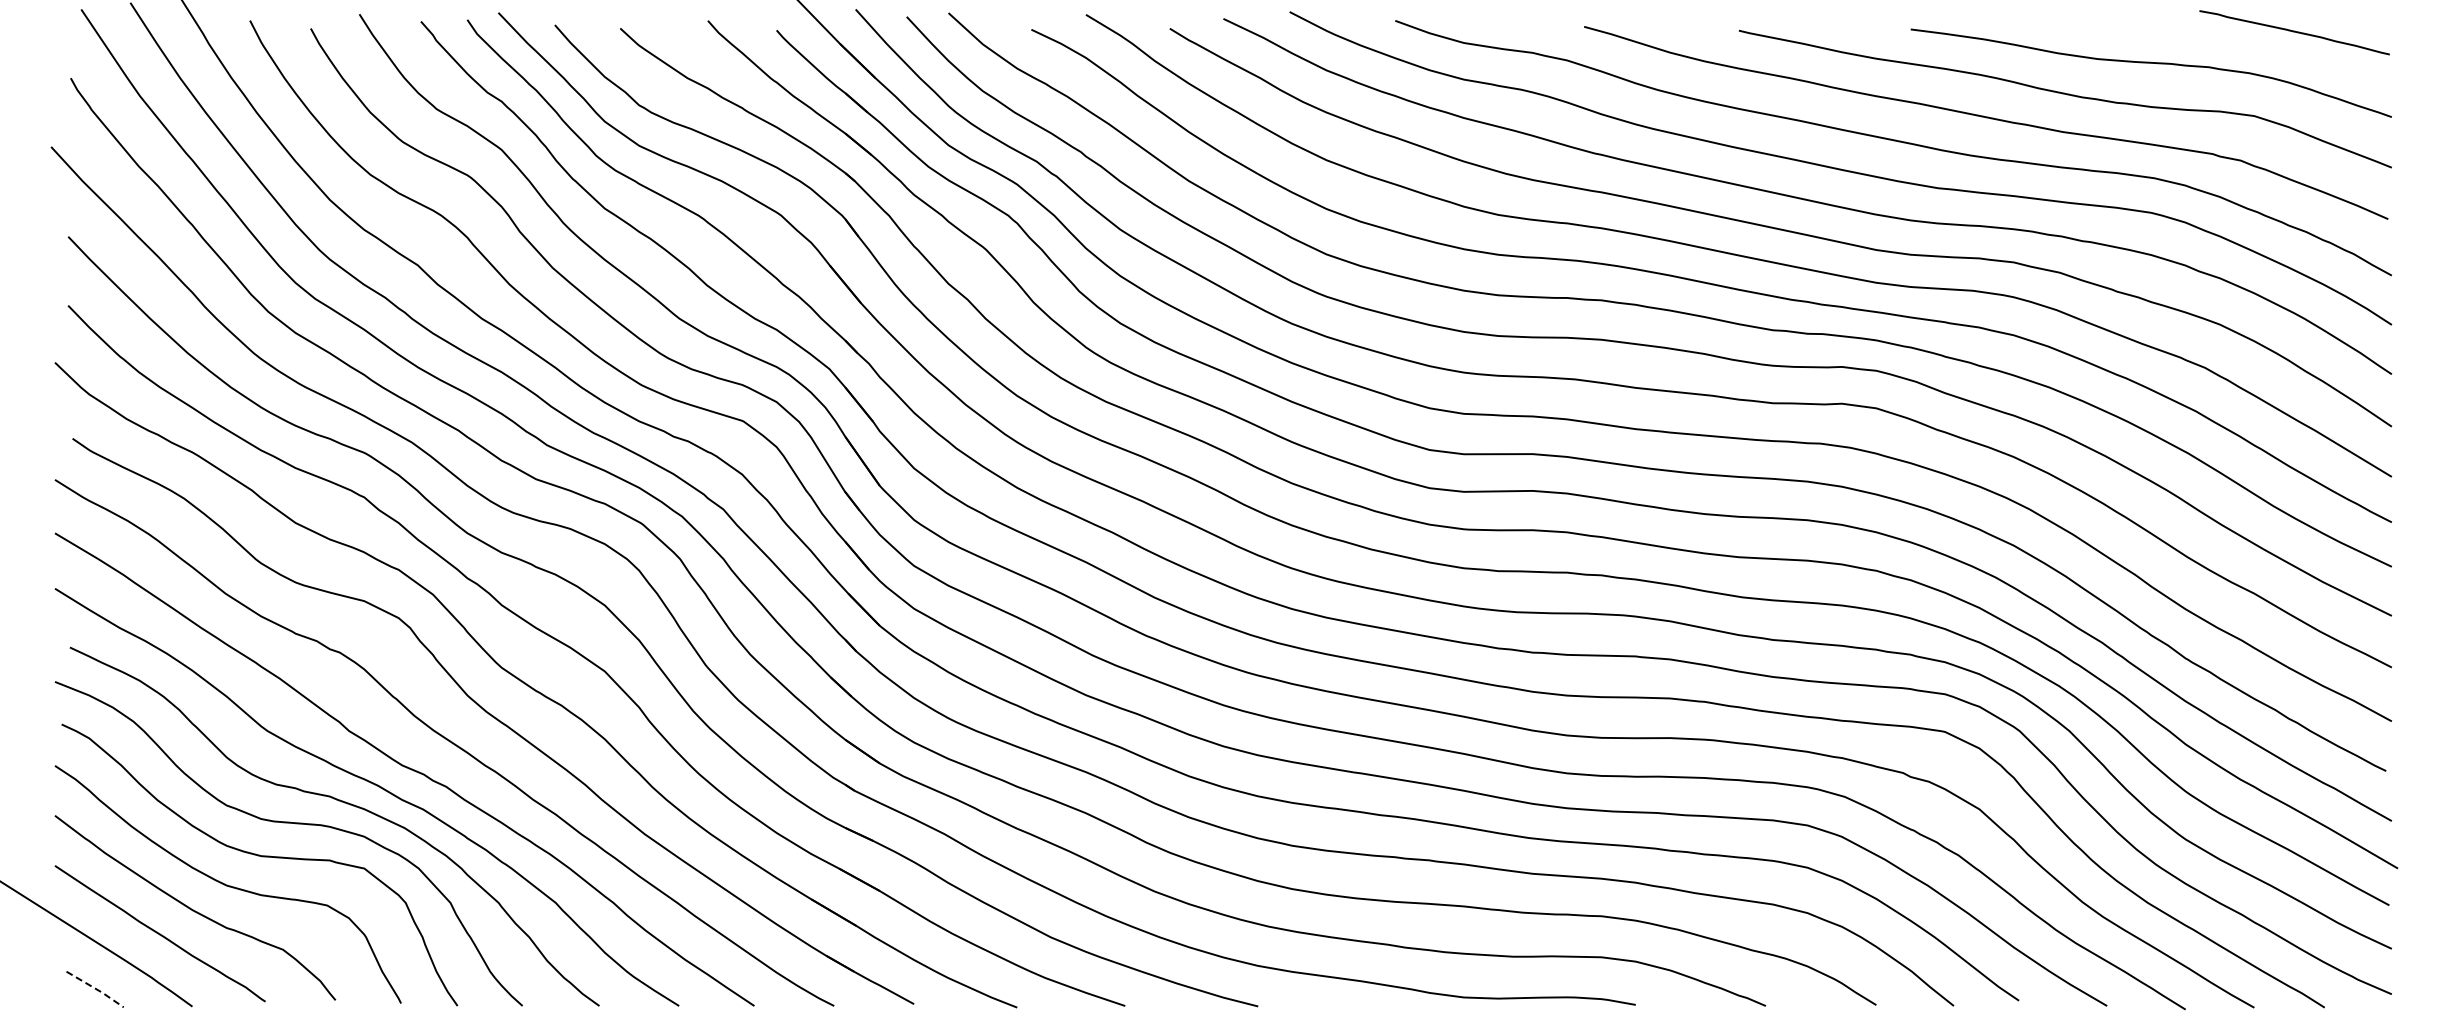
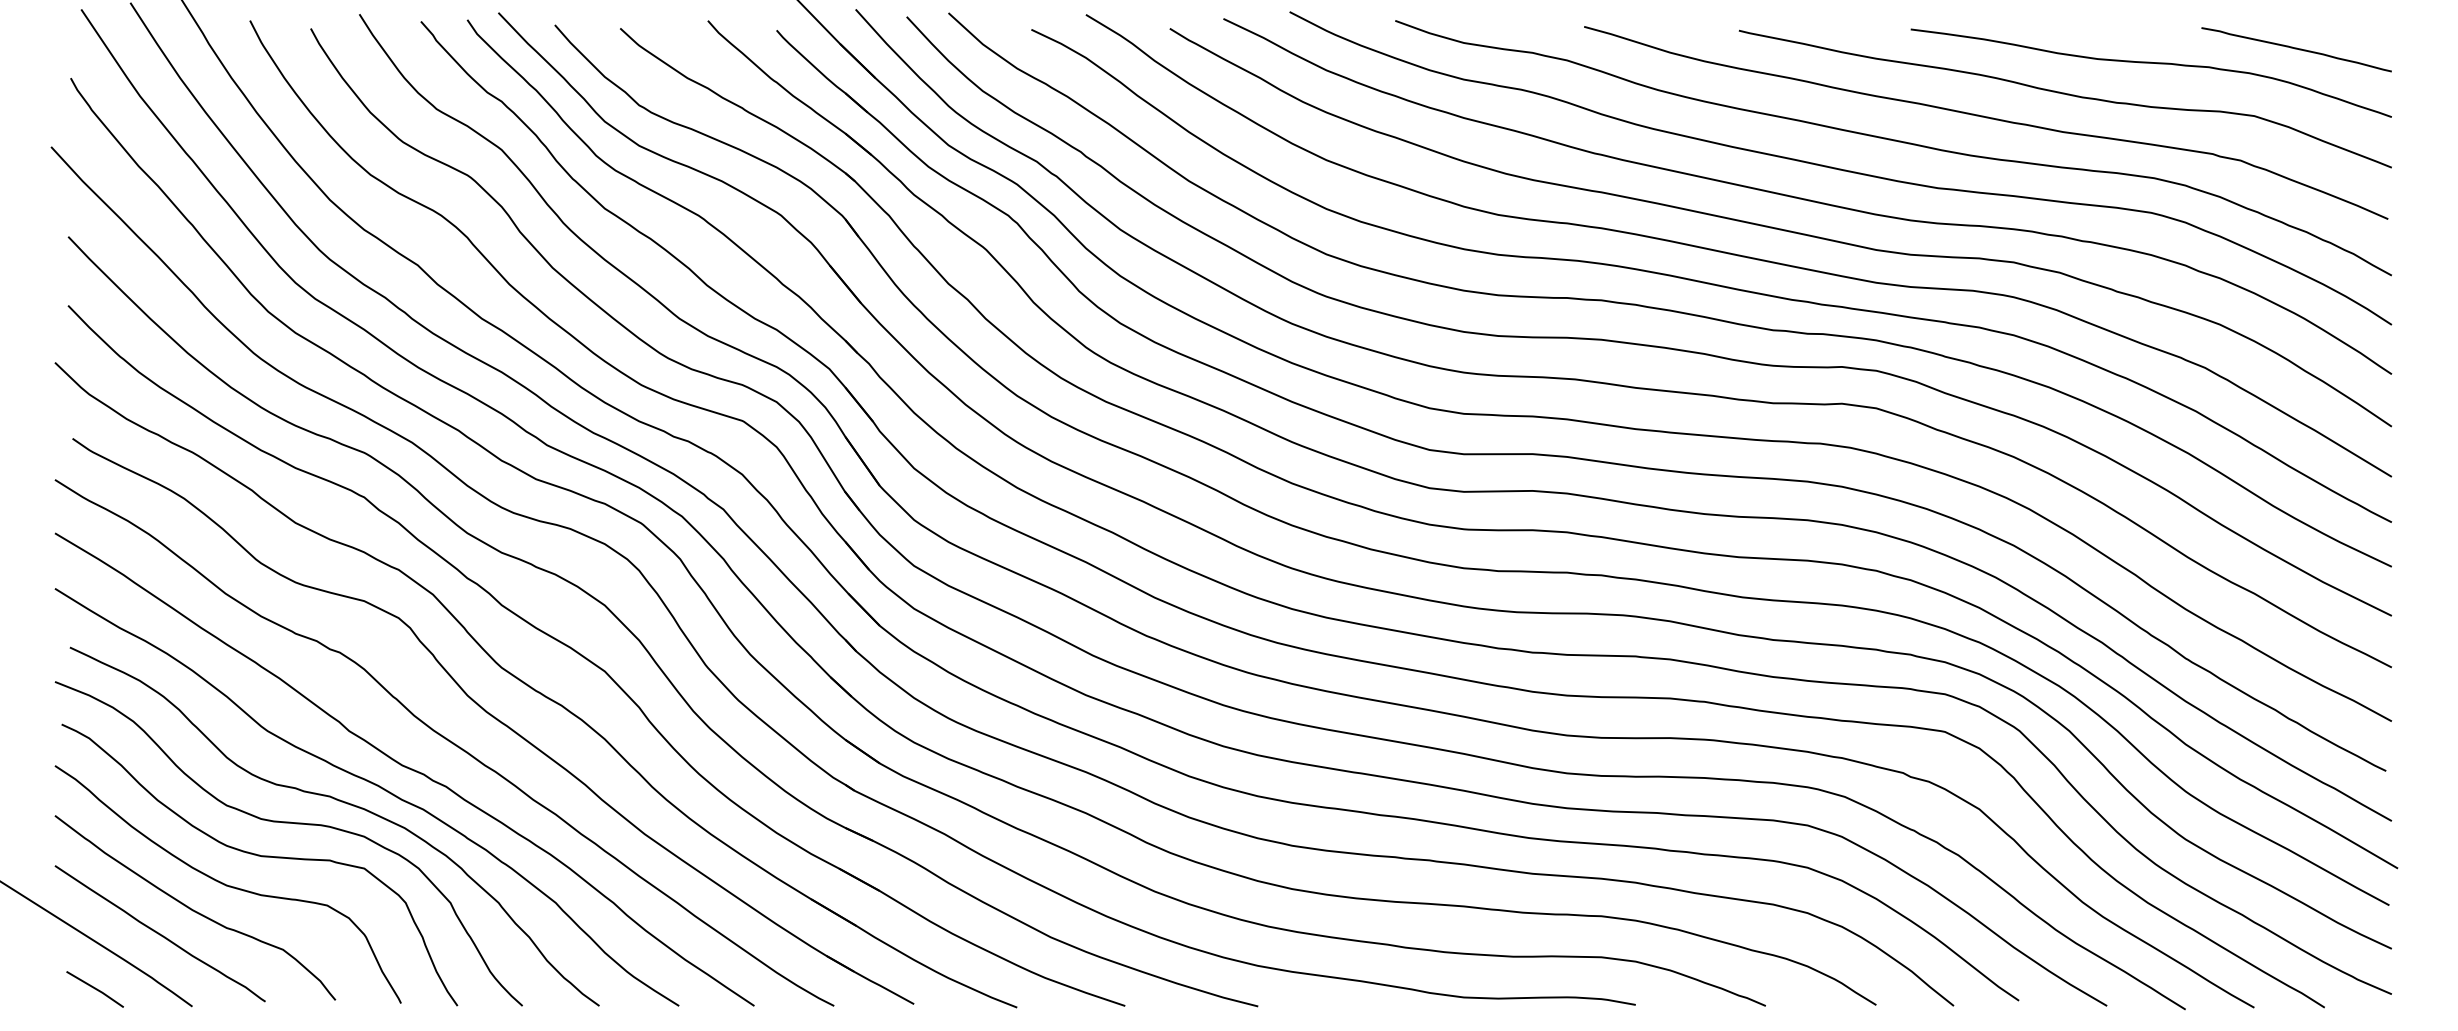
curve at (2294, 32) position: (2294, 32) -> (2296, 49)
line at (96, 989): dashed -> solid
